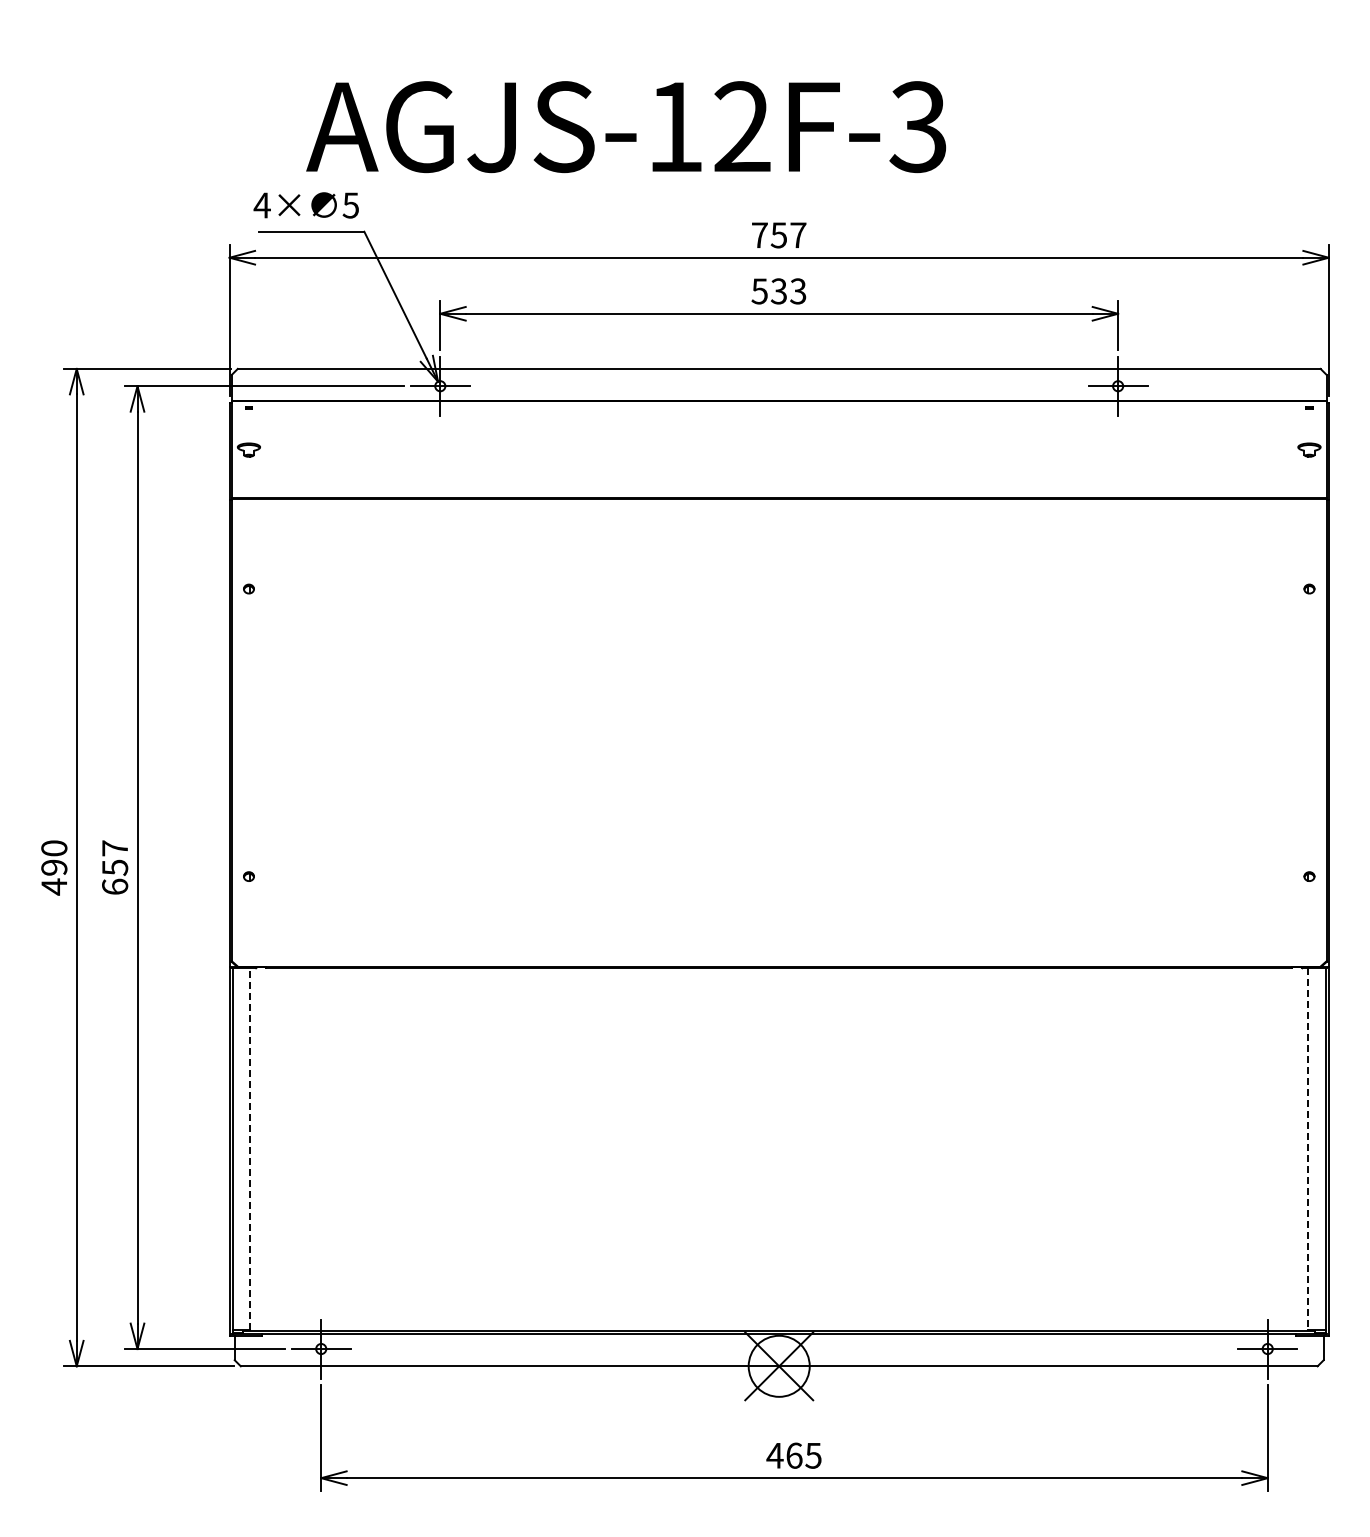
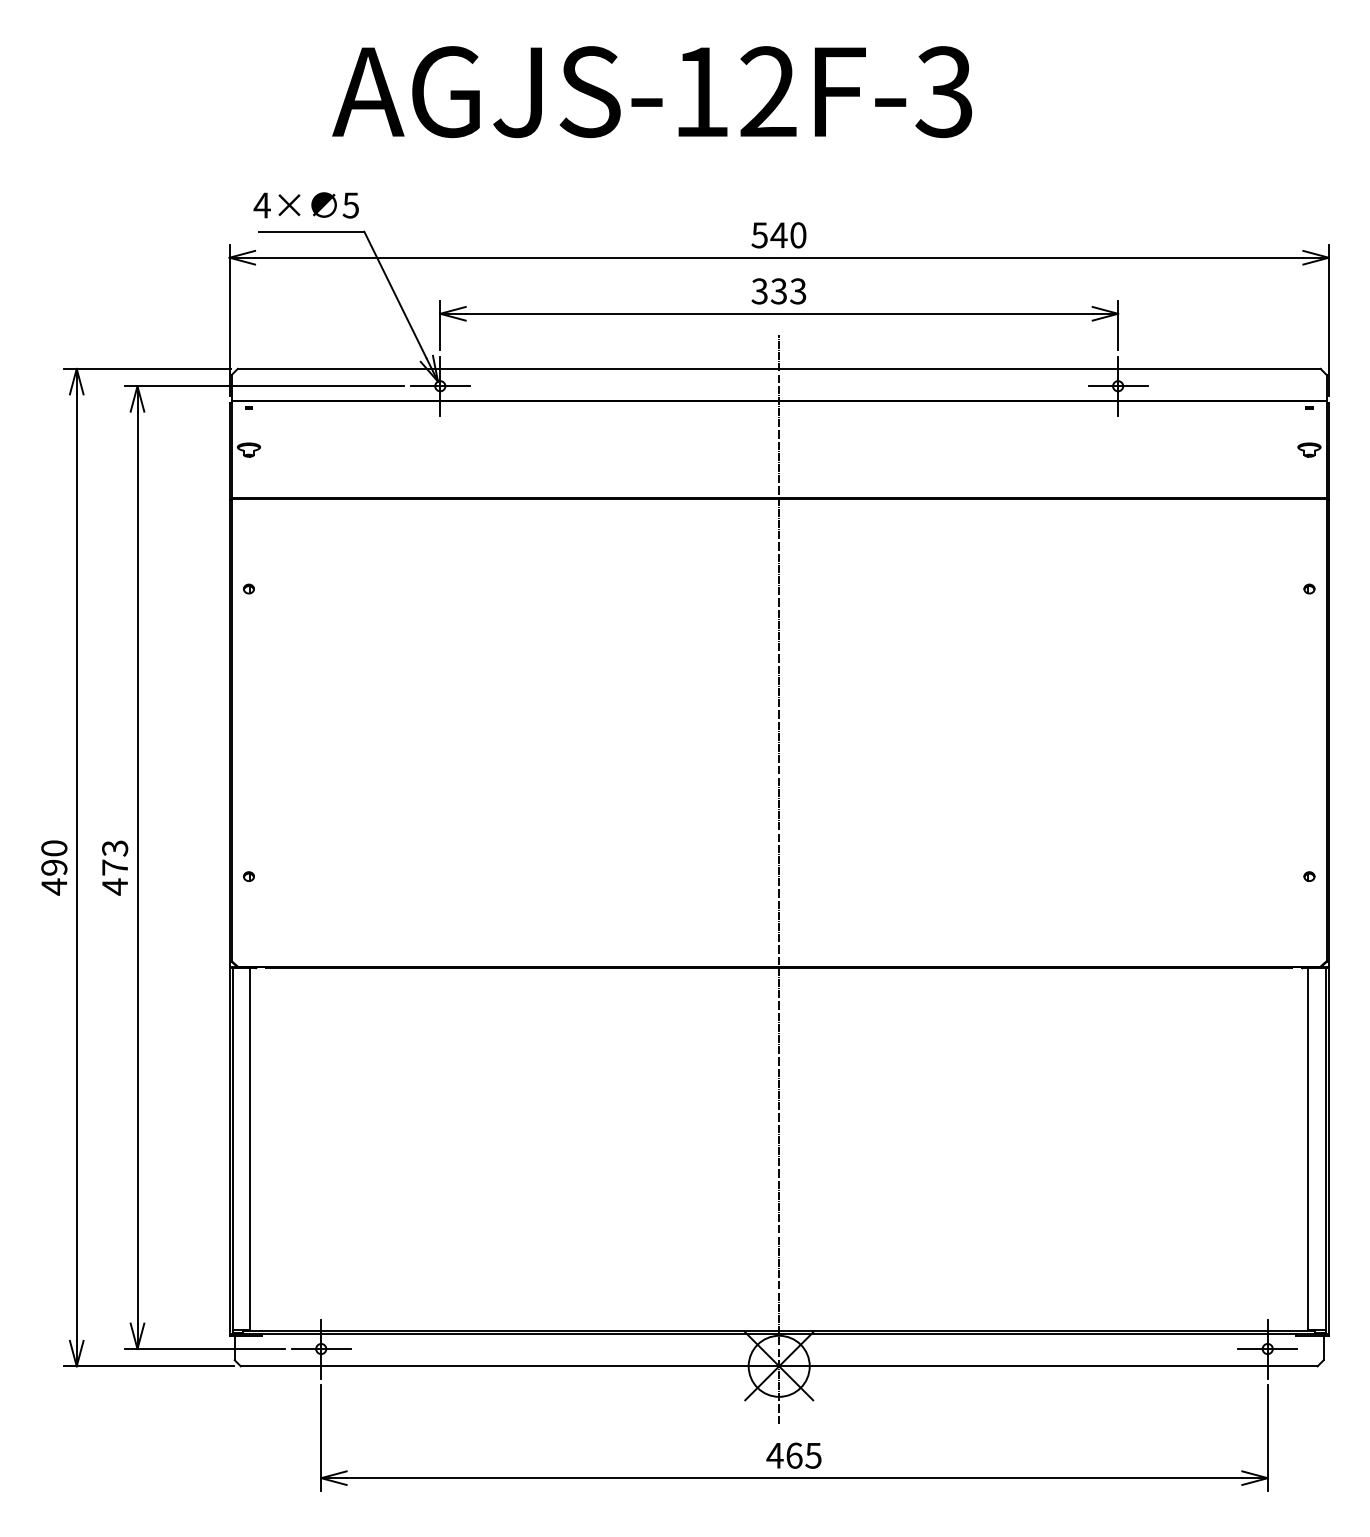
text at (626, 127) position: (626, 127) -> (652, 92)
text at (778, 235): 757 -> 540
text at (759, 290): 533 -> 333
text at (115, 867): 657 -> 473
line at (779, 878): none -> present
line at (250, 1148): dashed -> solid
line at (1308, 1149): dashed -> solid
